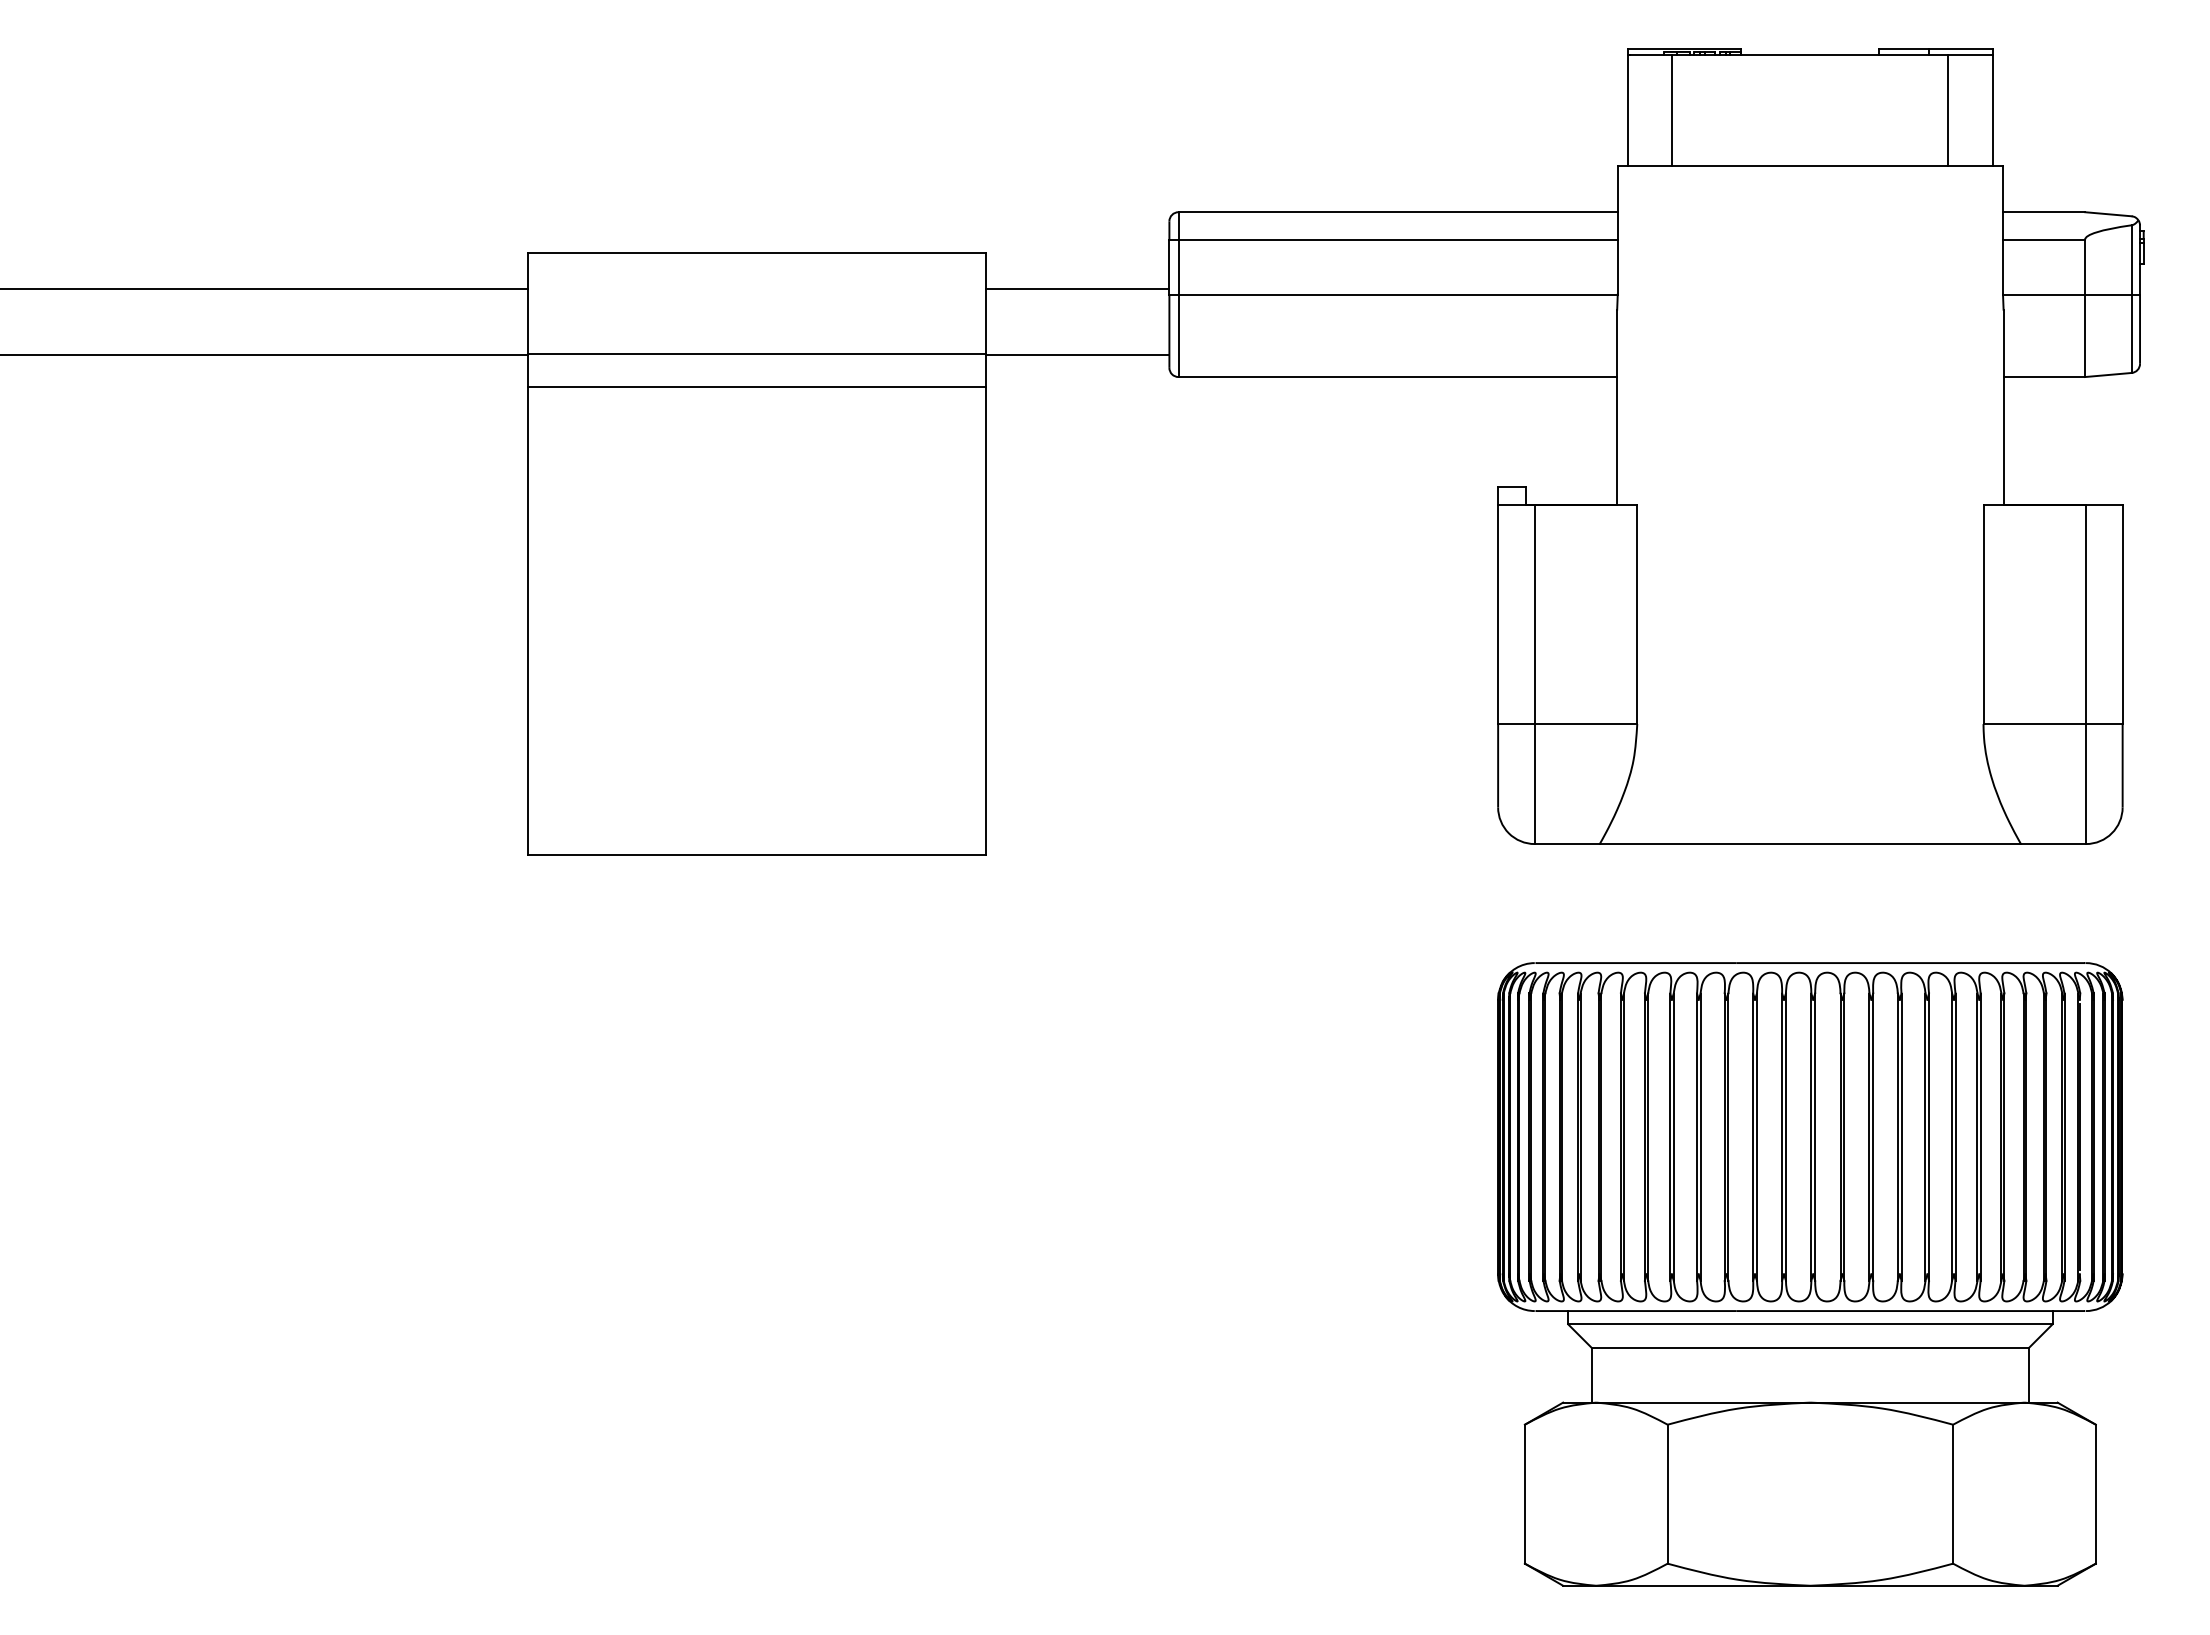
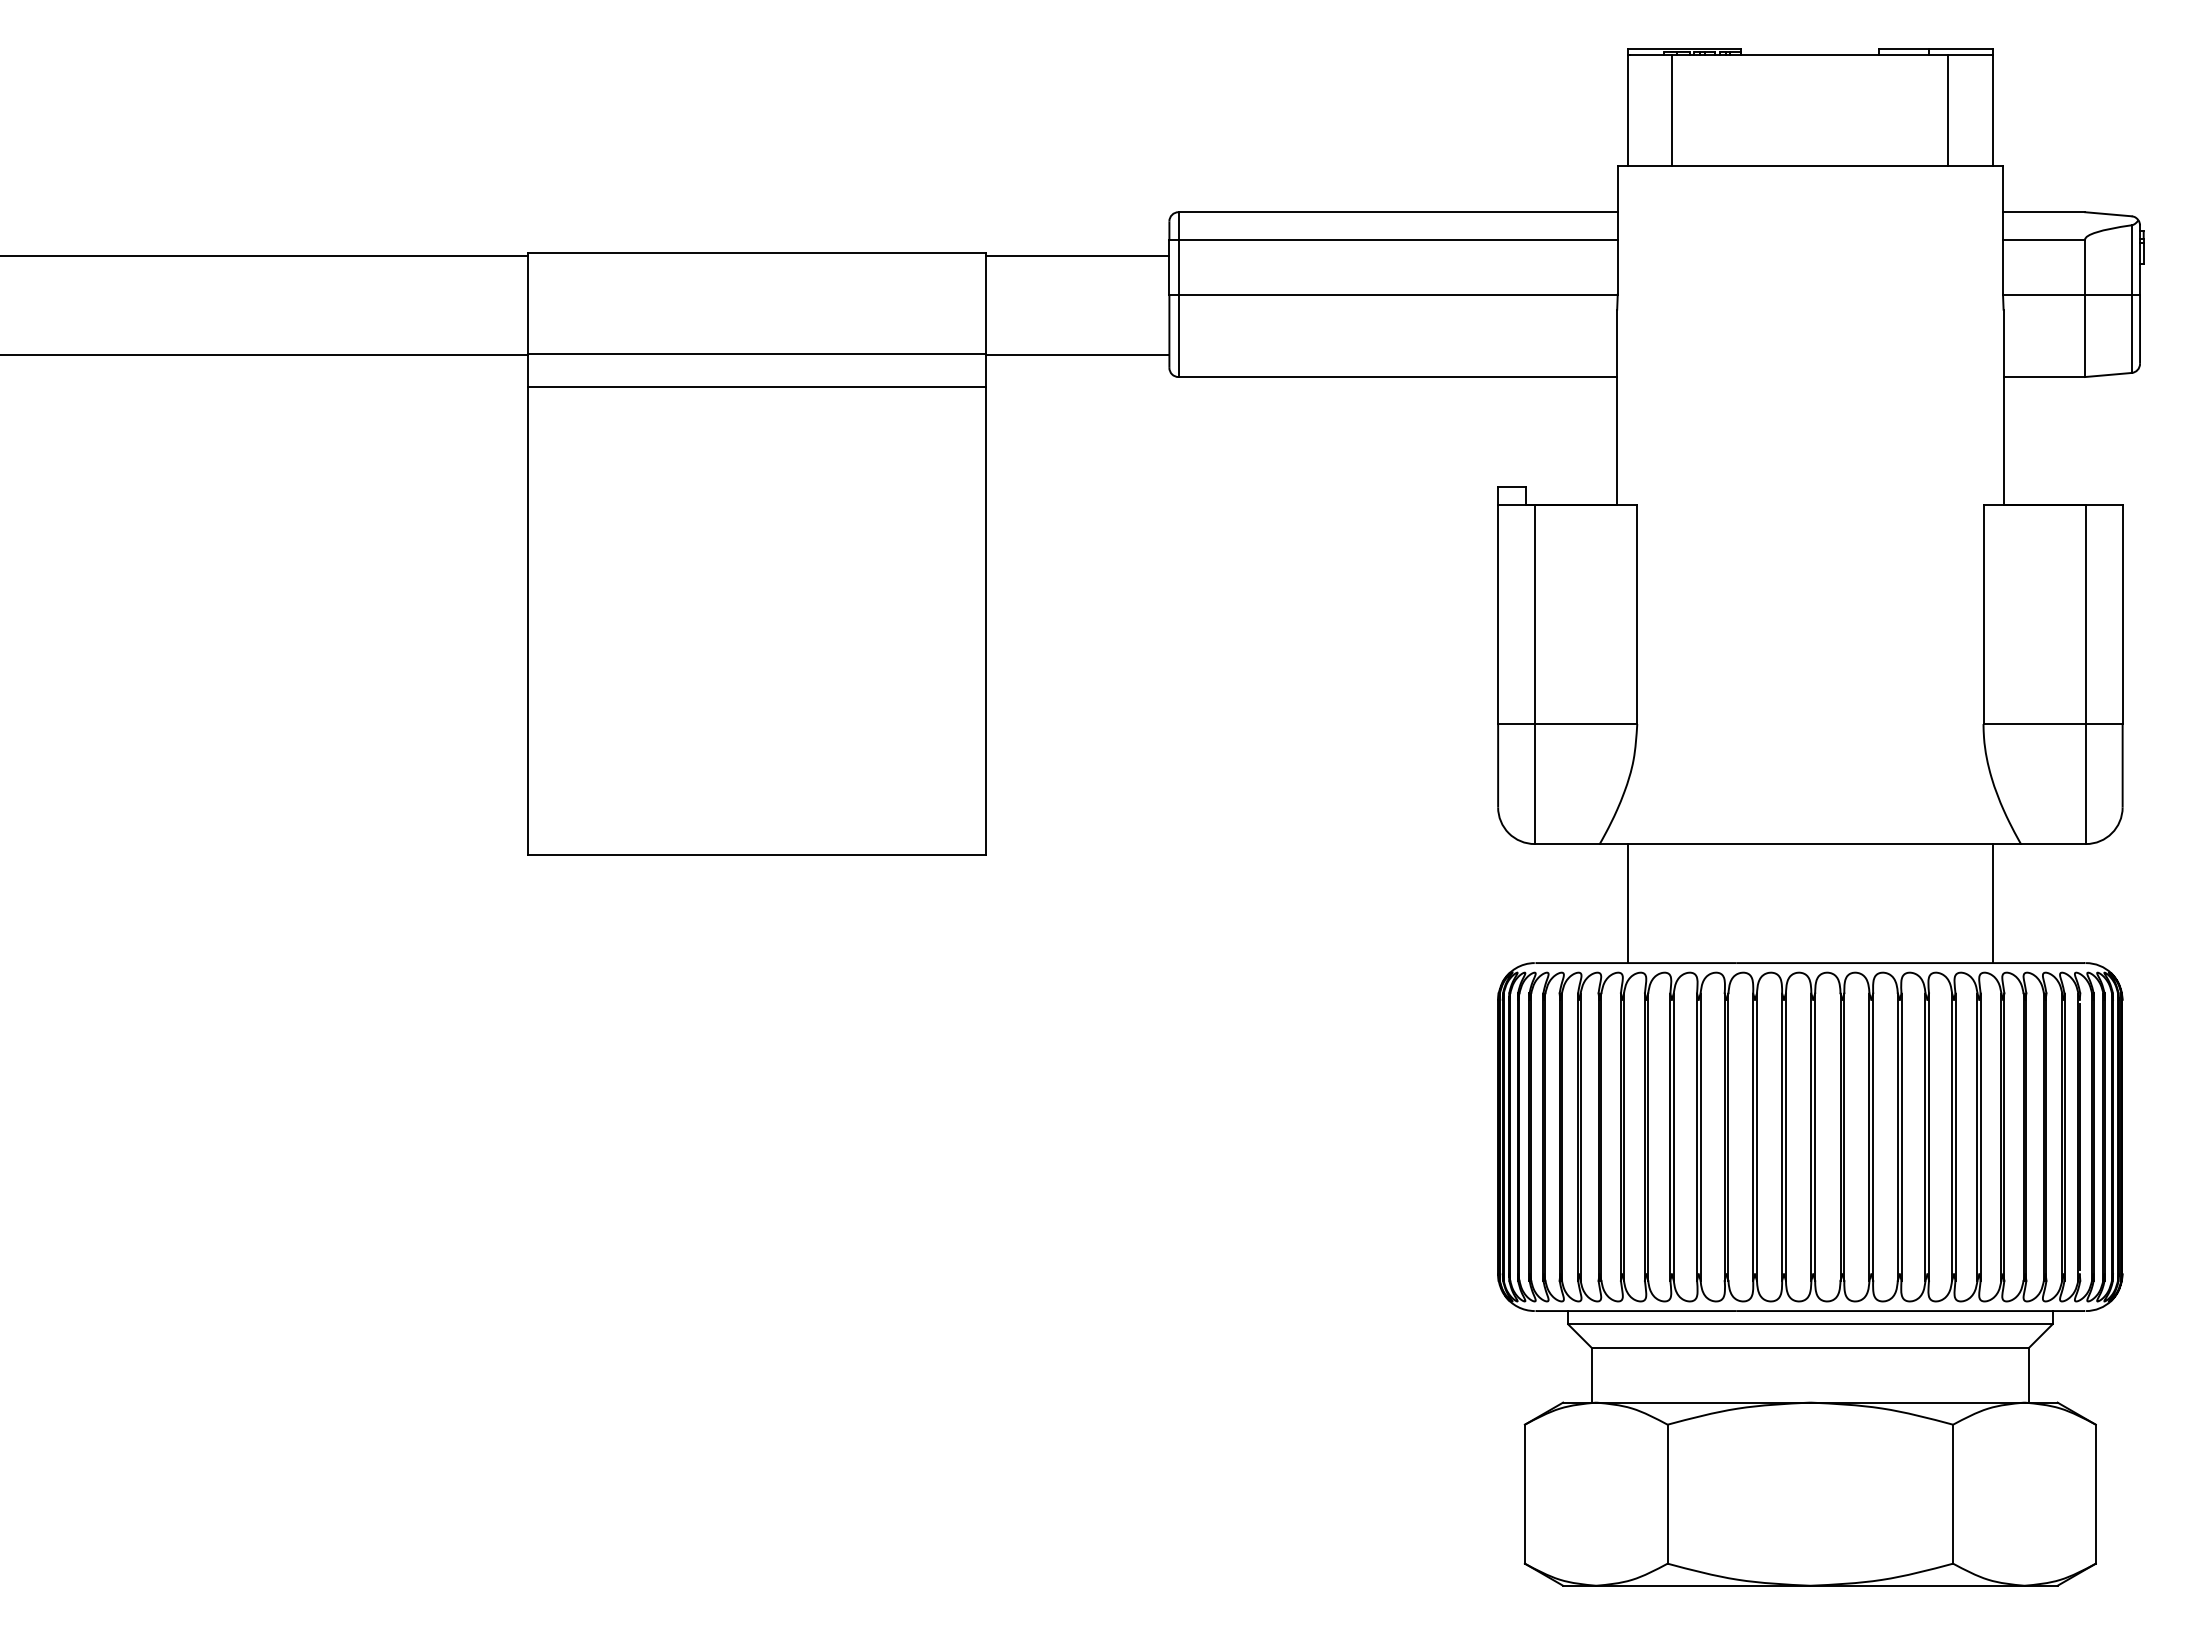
line at (265, 289) position: (265, 289) -> (265, 256)
line at (1077, 289) position: (1077, 289) -> (1077, 256)
line at (1628, 903): none -> present
line at (1992, 903): none -> present
